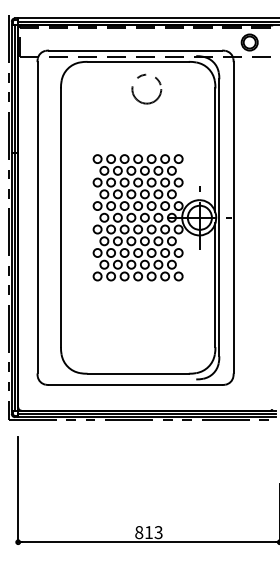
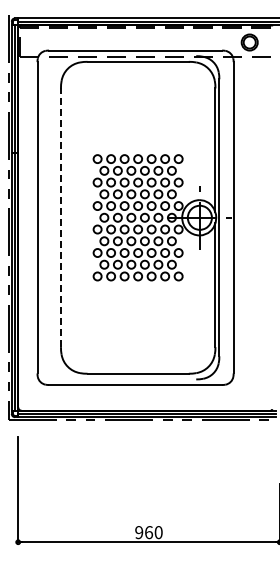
circle at (146, 88): present -> none
line at (60, 217): solid -> dashed
text at (148, 532): 813 -> 960
